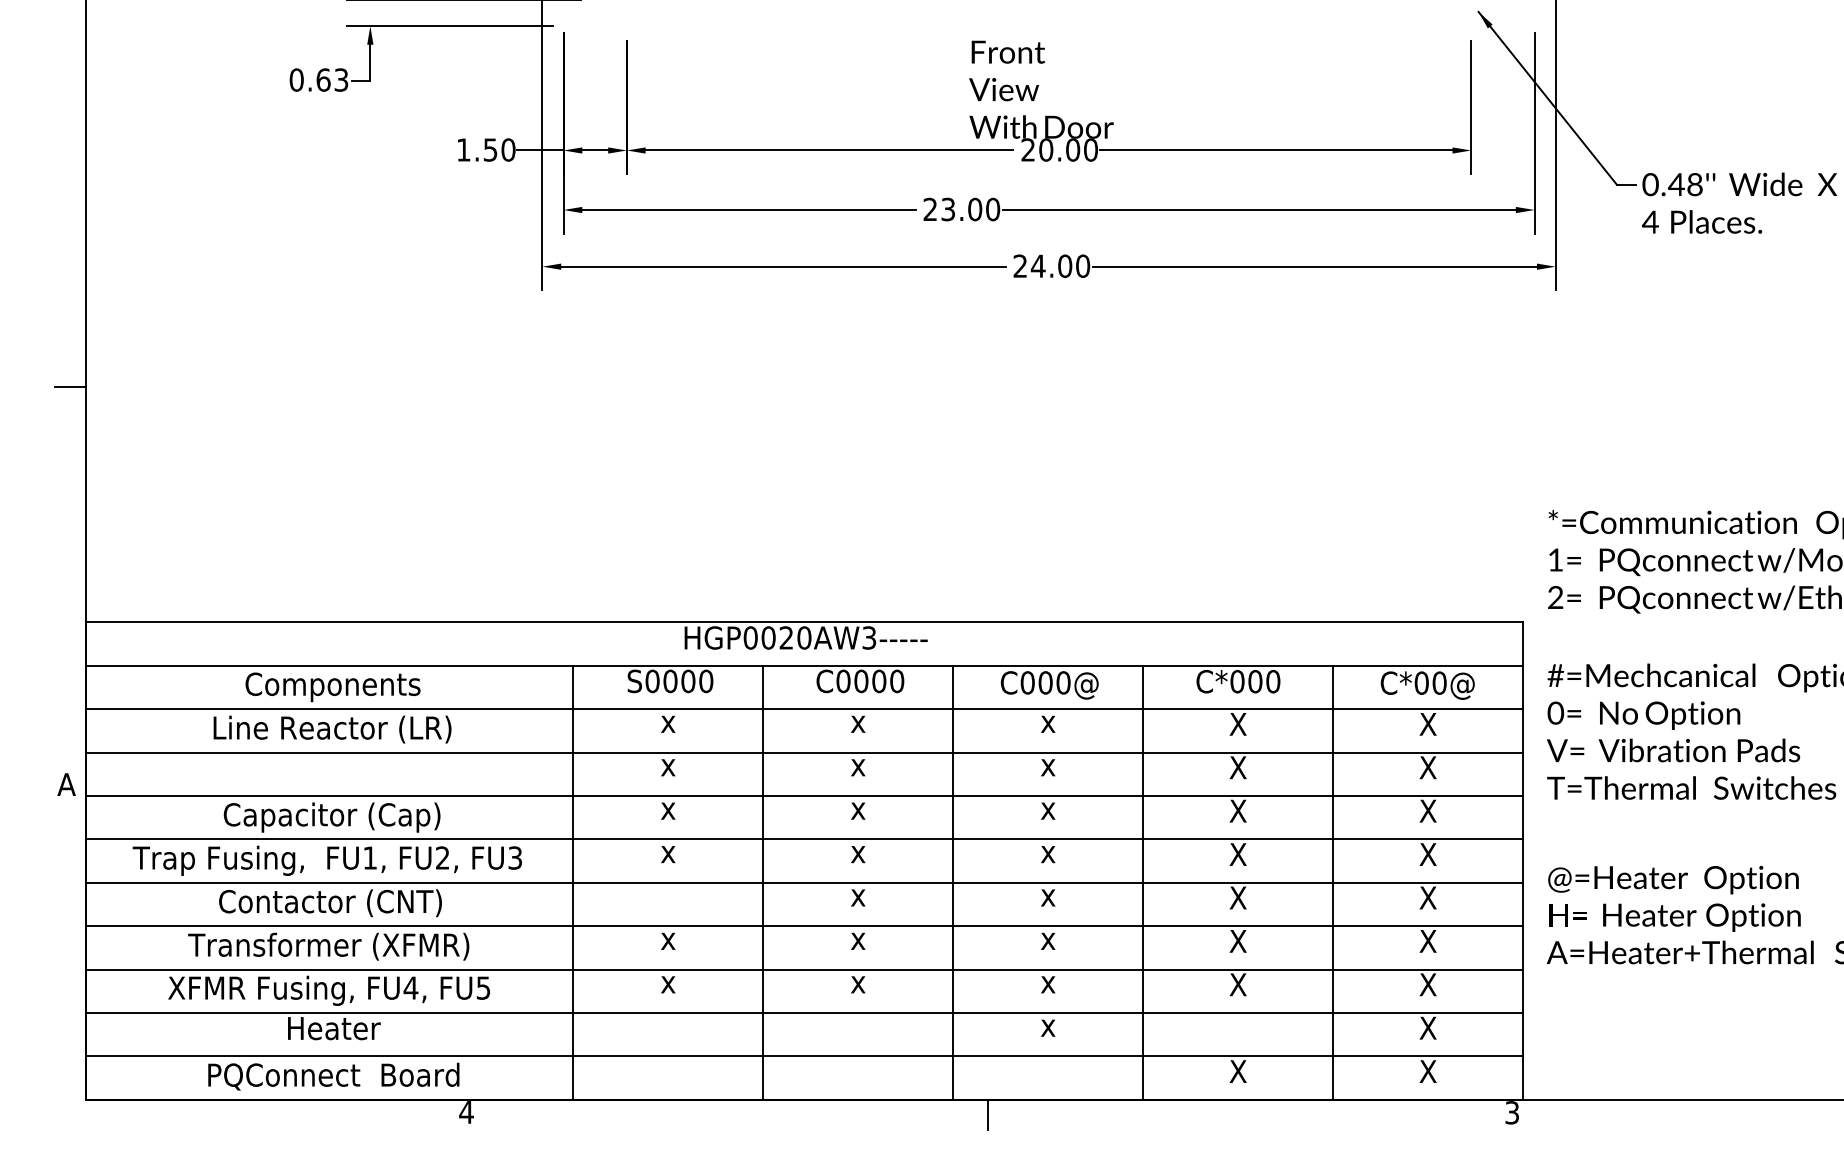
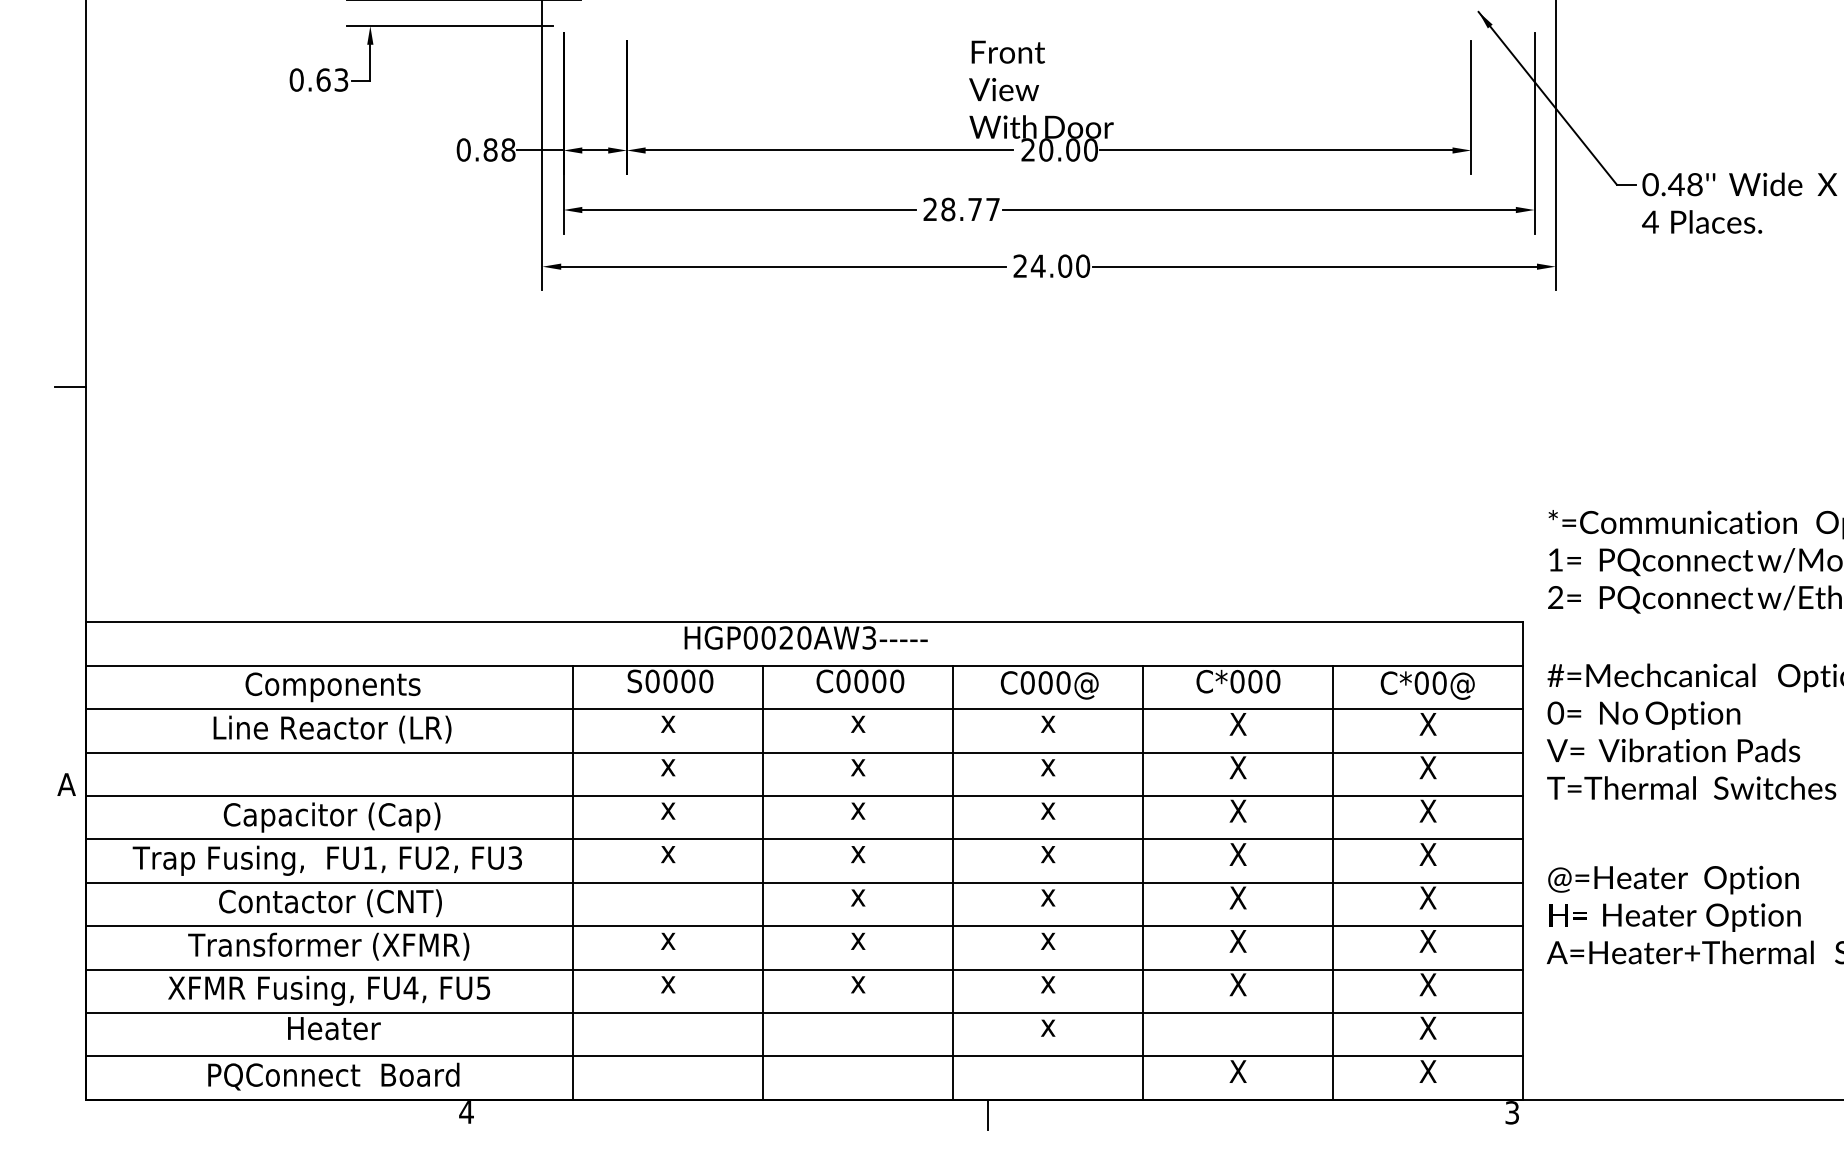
text at (485, 149): 1.50 -> 0.88
text at (970, 209): 23.00 -> 28.77
